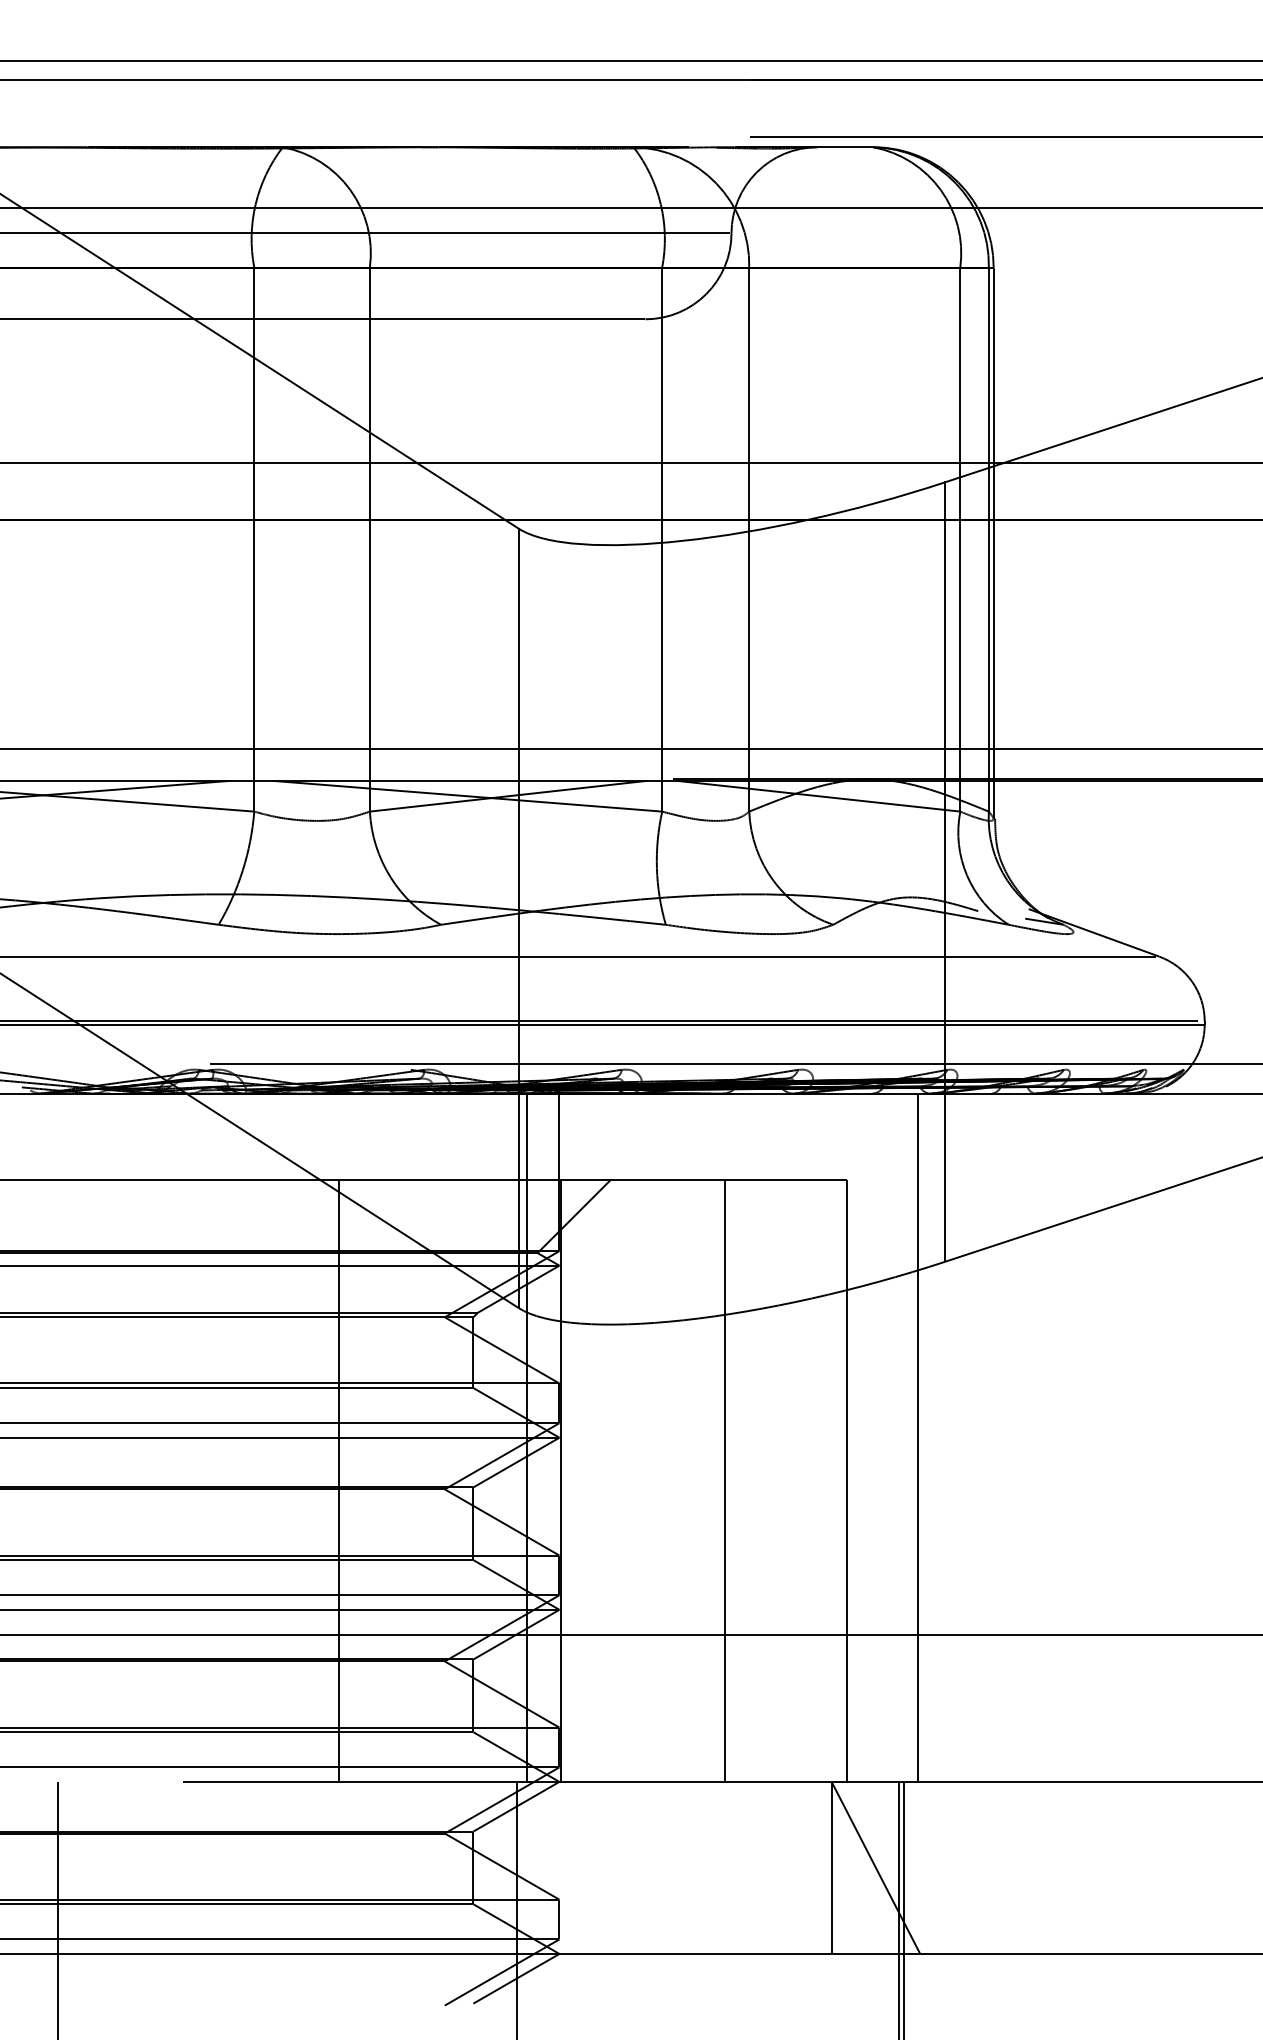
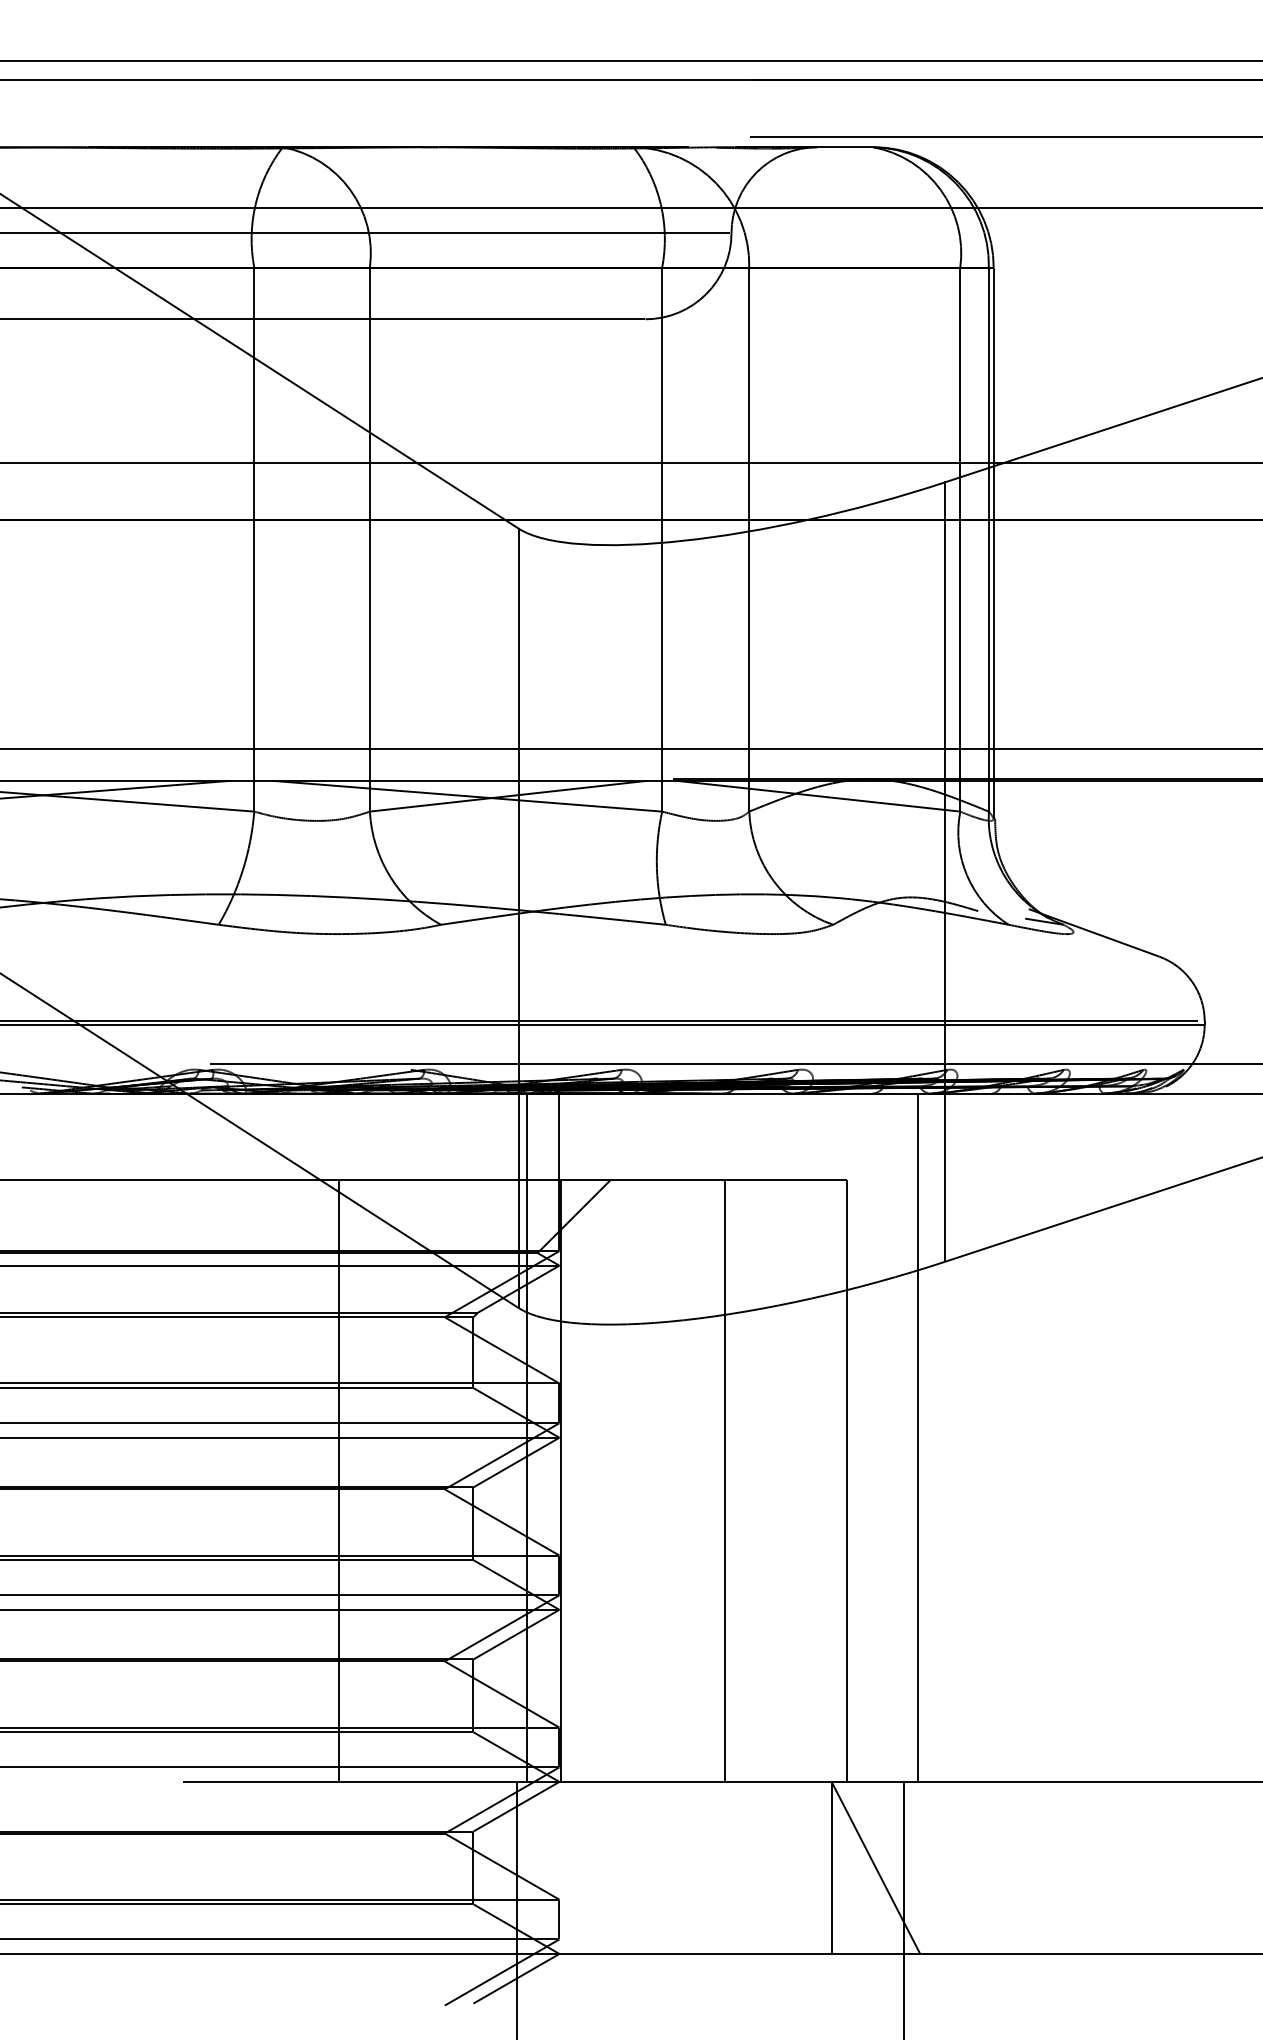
line at (579, 956): present -> none
line at (630, 1634): present -> none
line at (58, 1908): present -> none
line at (899, 1908): present -> none
